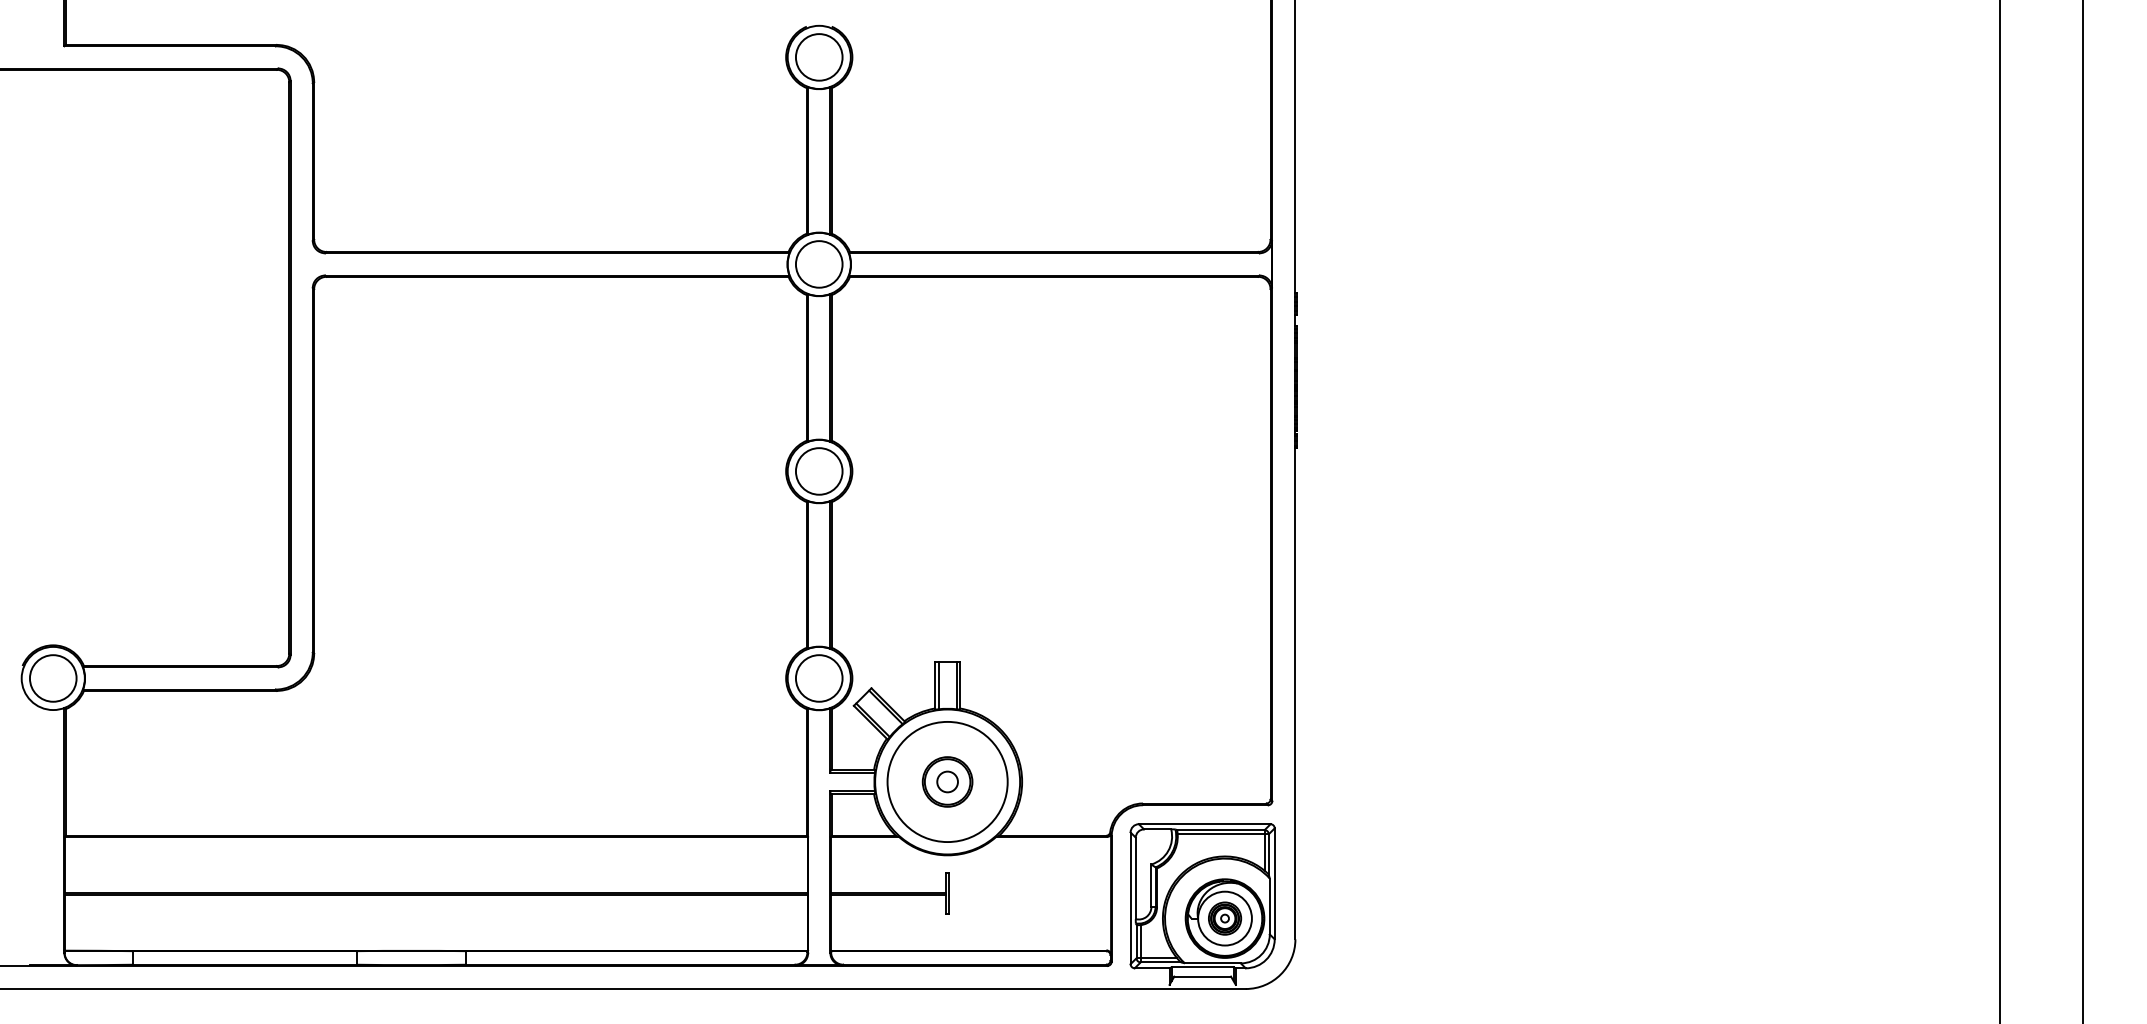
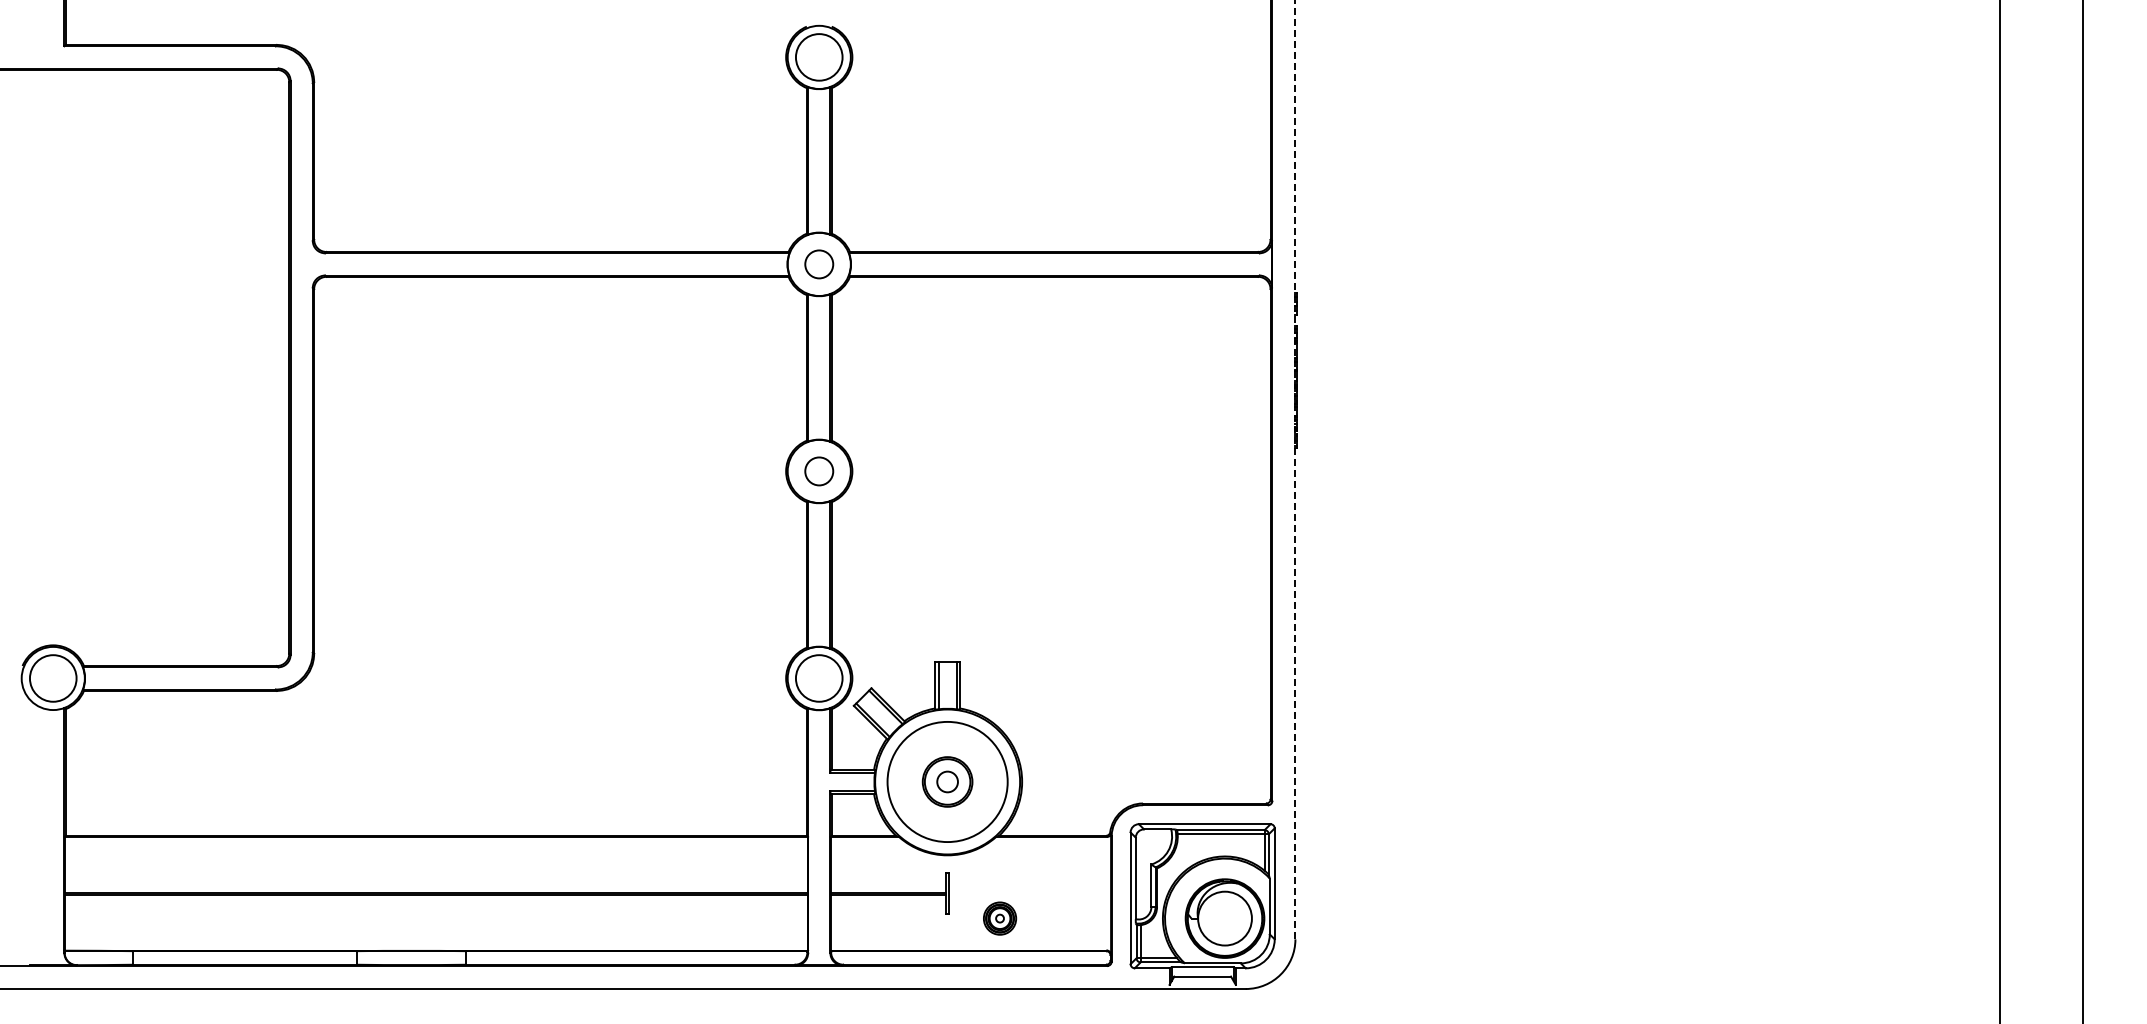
circle at (818, 264) diameter: 47 px -> 28 px
line at (1295, 469): solid -> dashed
circle at (818, 471) diameter: 47 px -> 28 px
part at (1225, 918) position: (1225, 918) -> (1000, 918)
